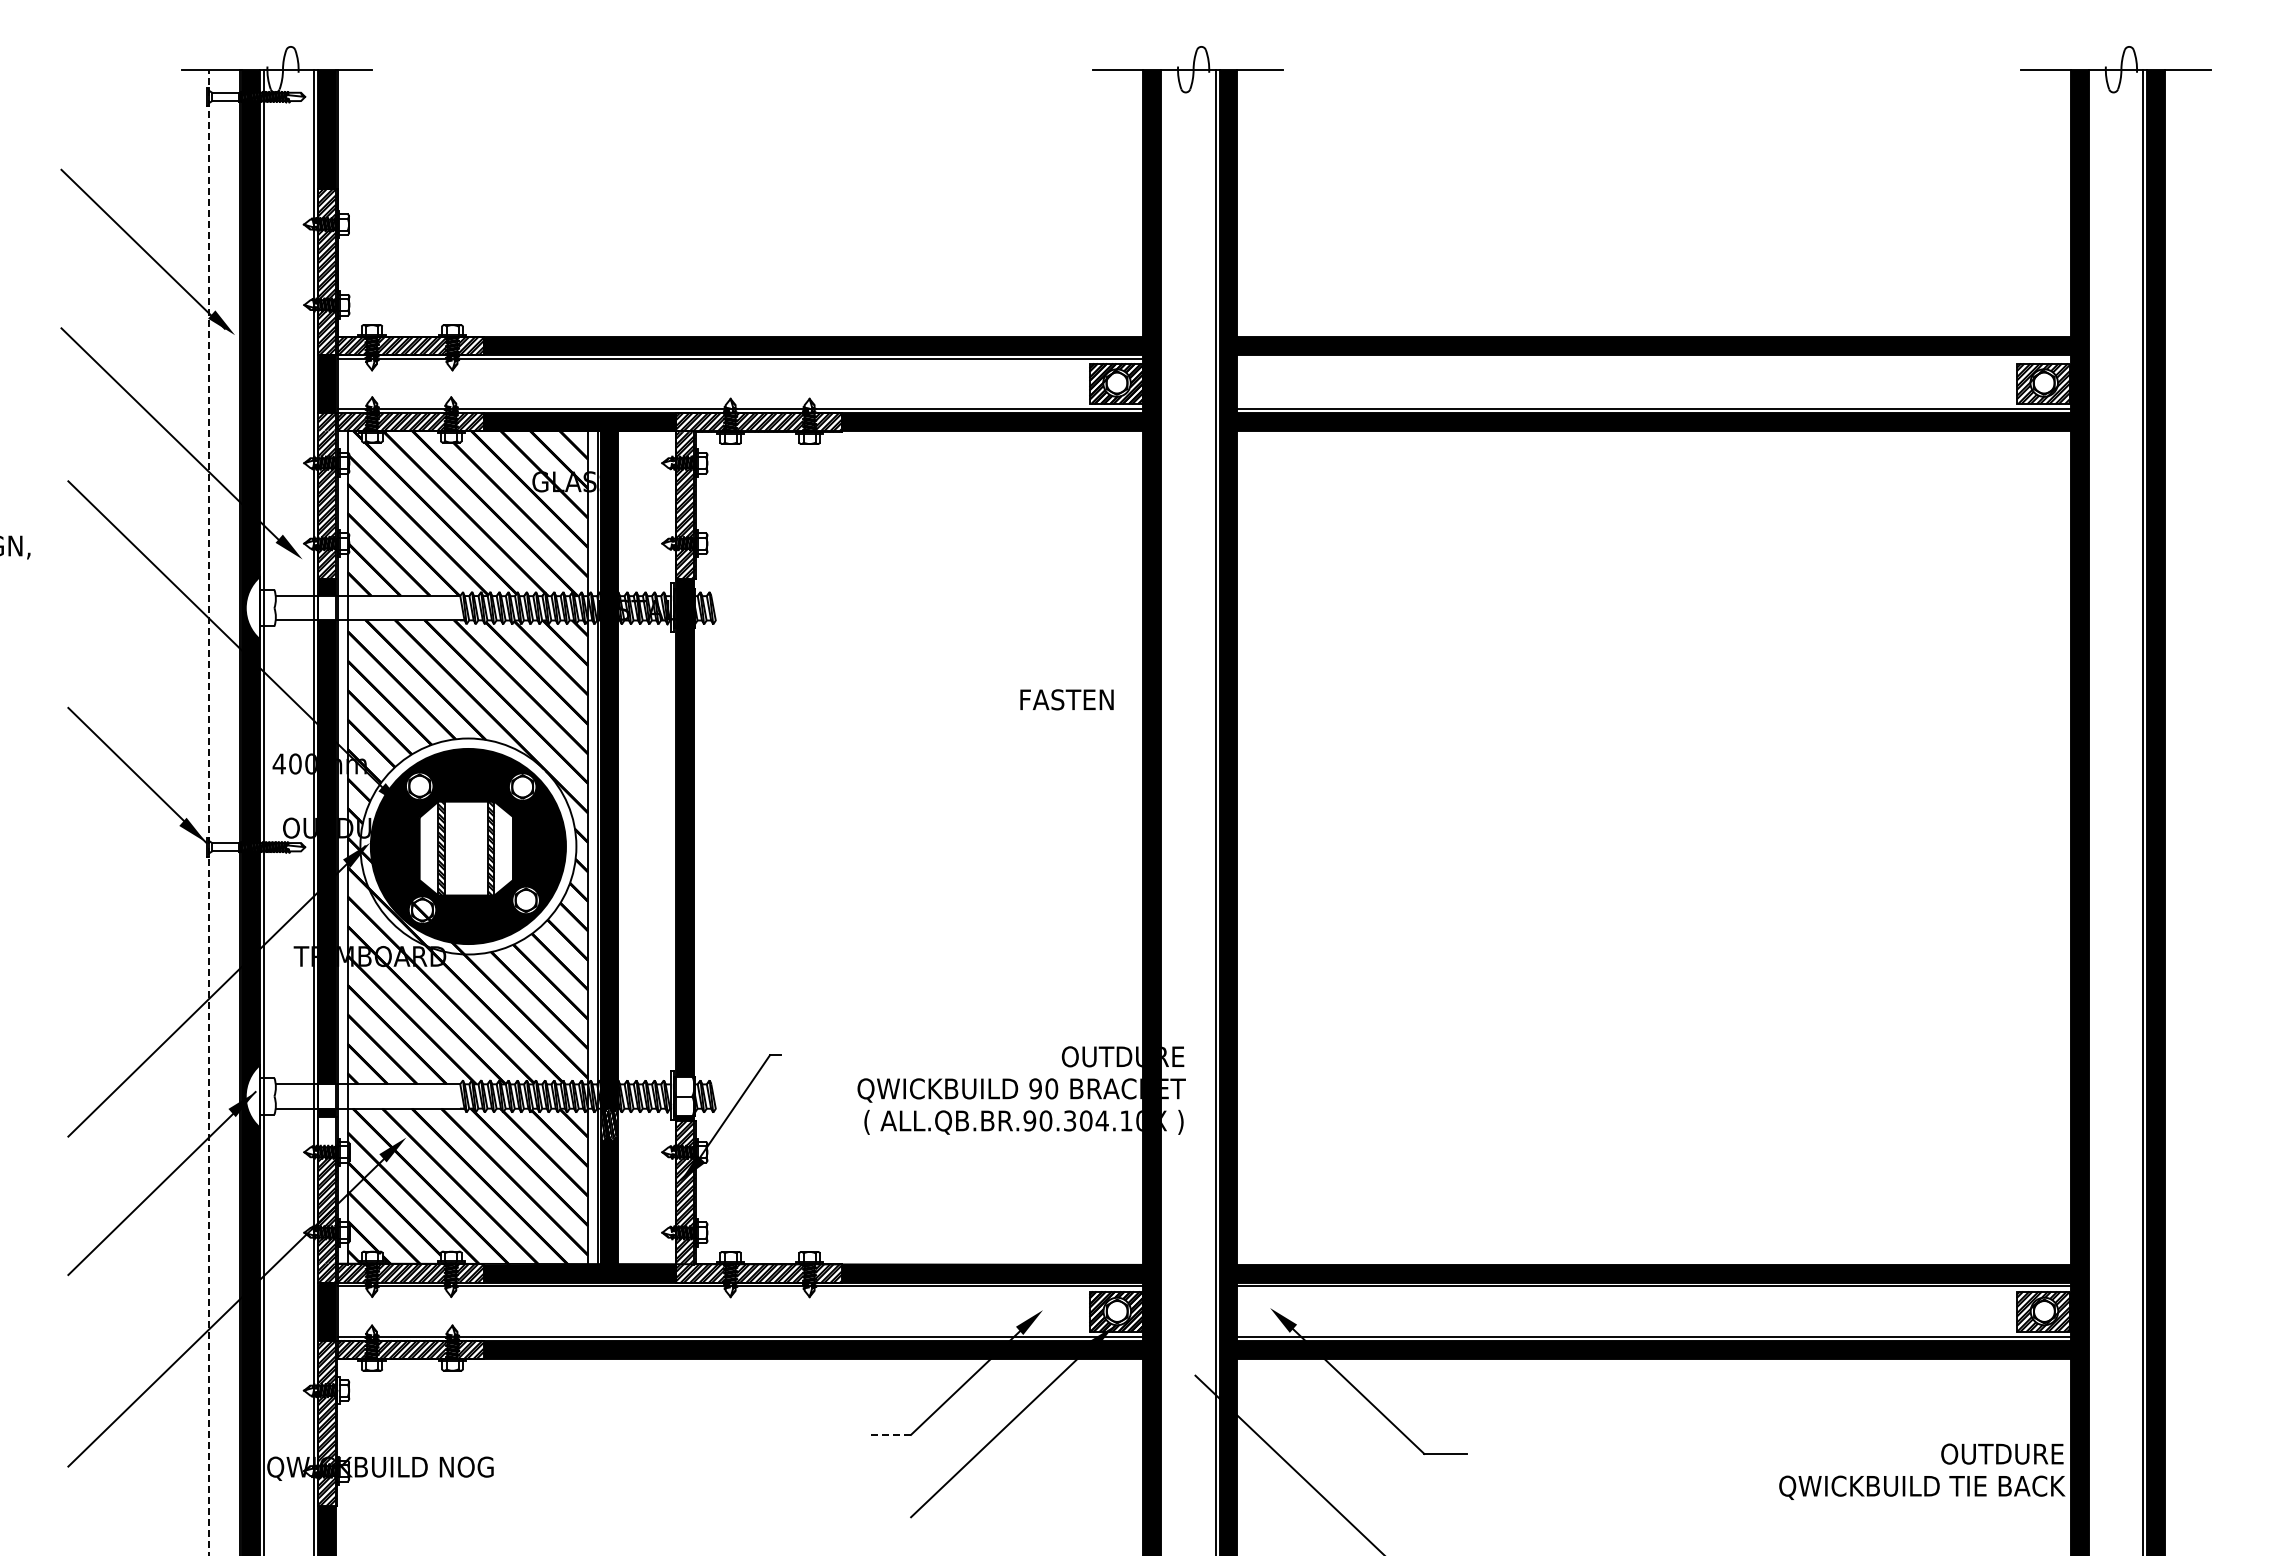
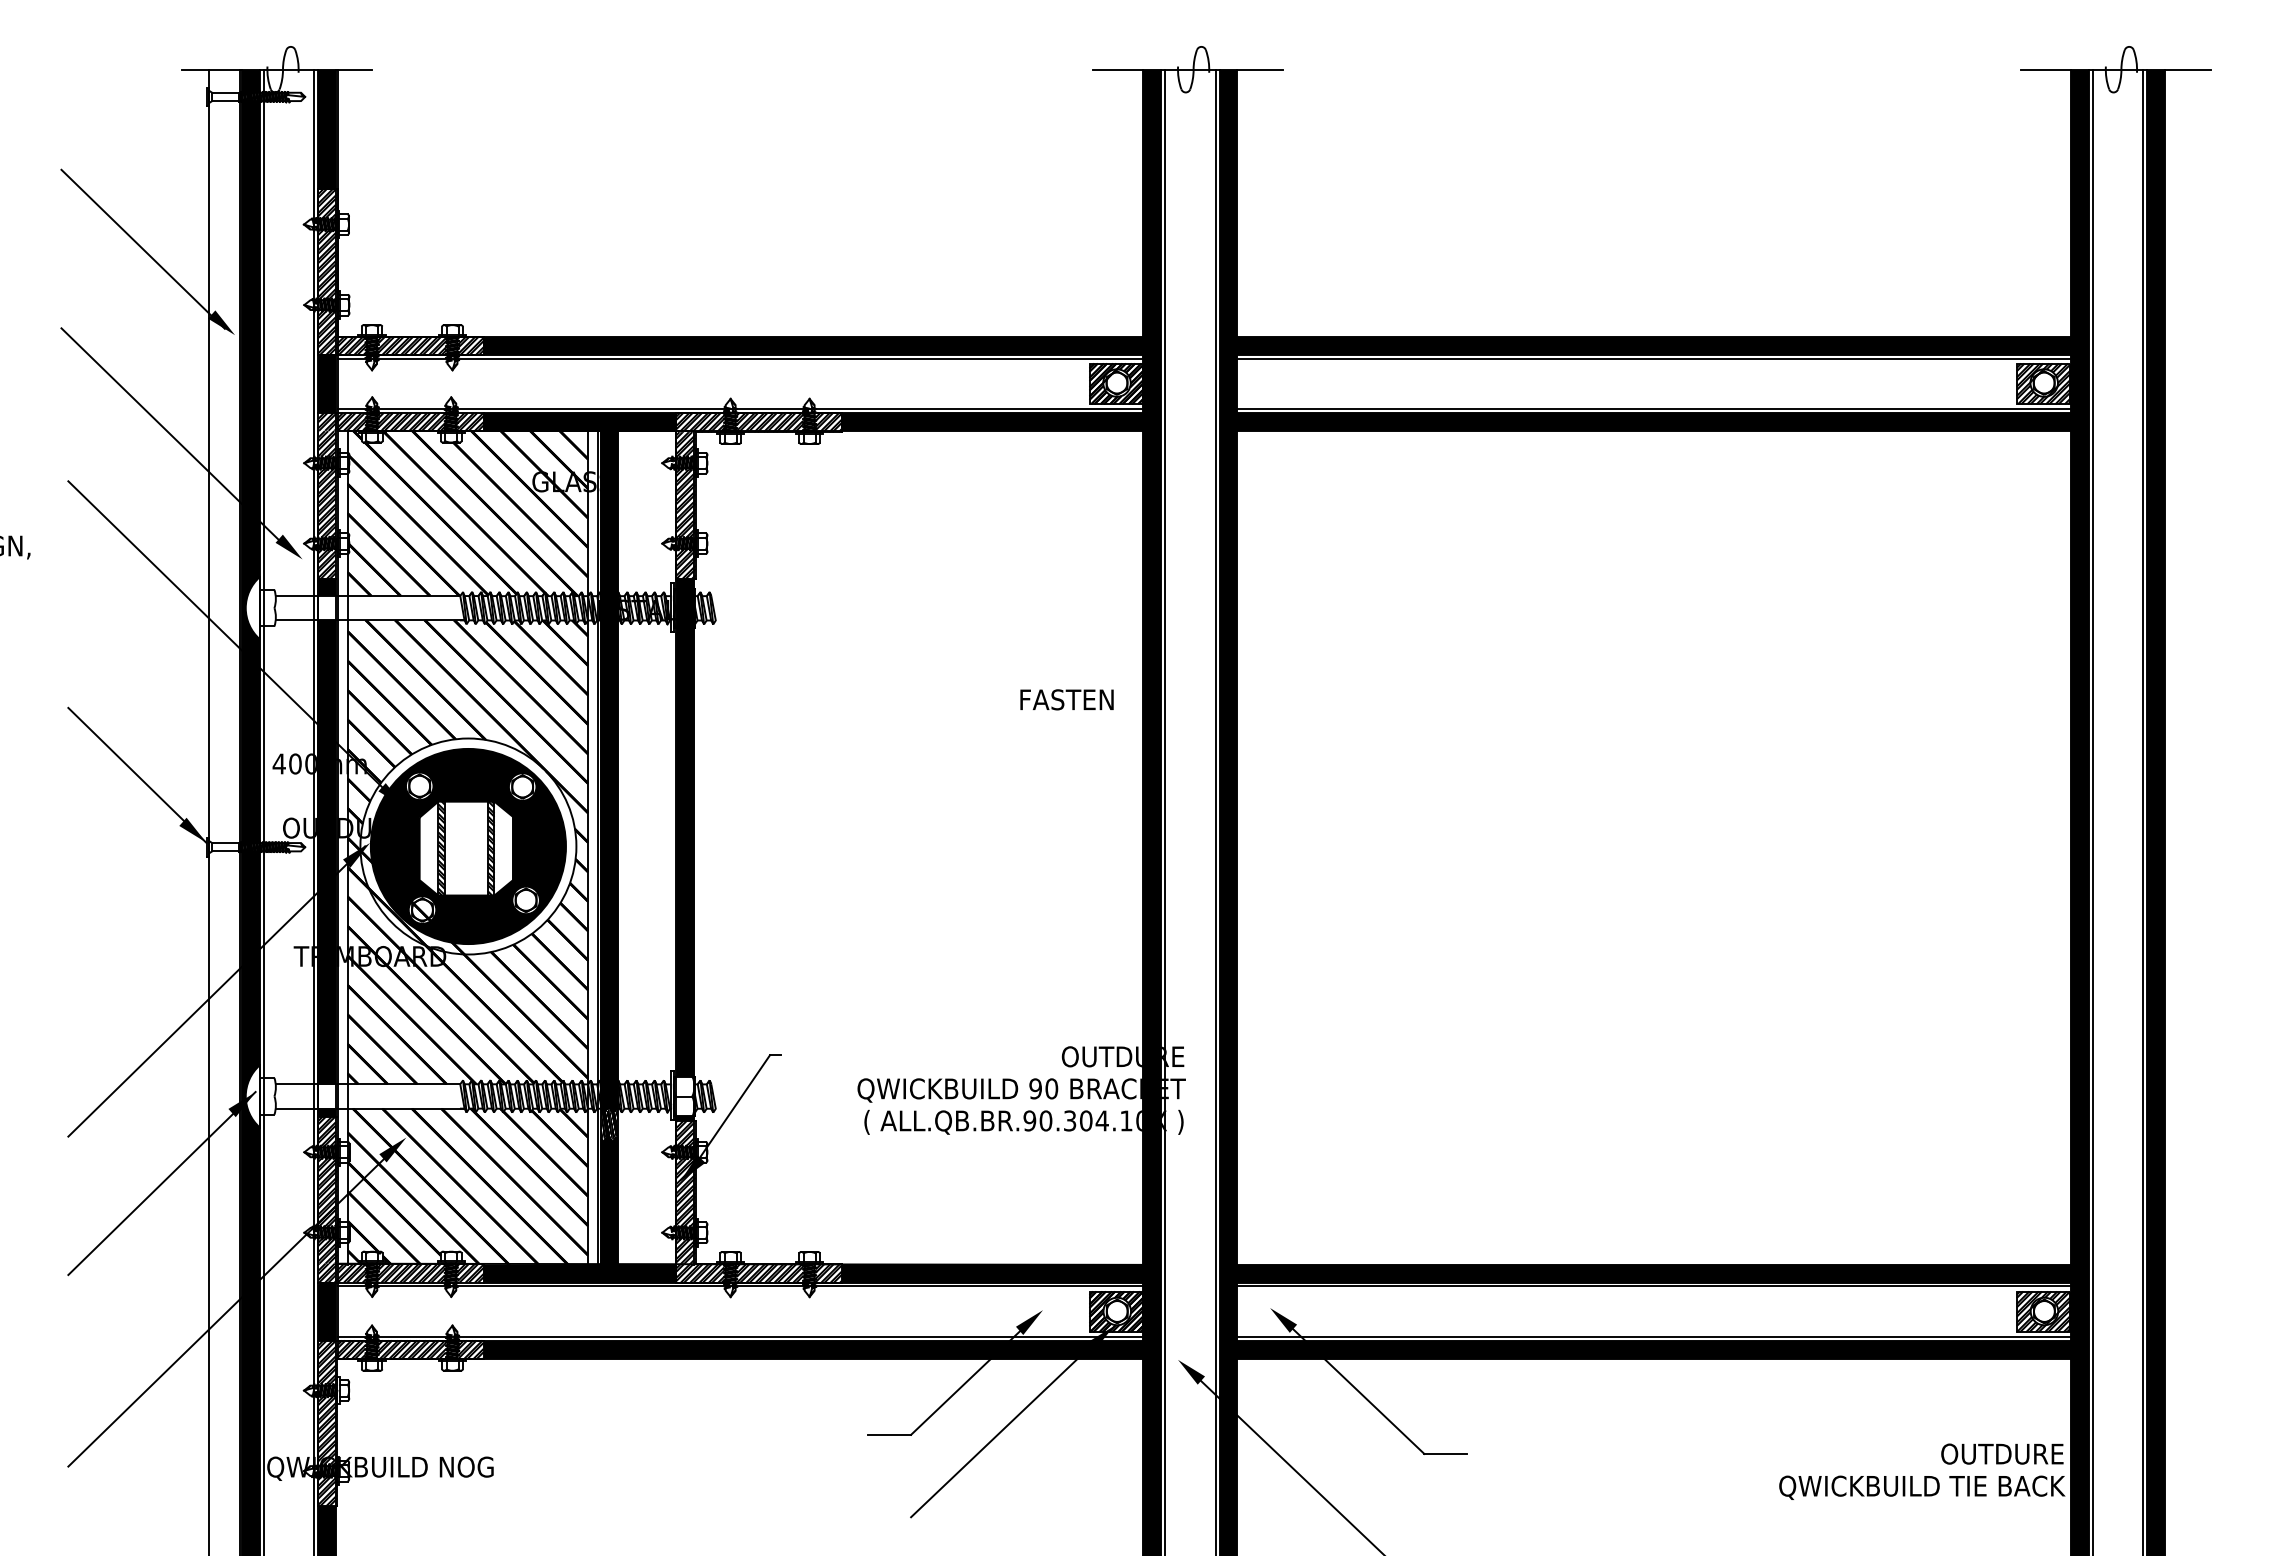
line at (1654, 358): none -> present
line at (1164, 810): none -> present
line at (2092, 810): none -> present
line at (209, 812): dashed -> solid
hatch at (326, 1131): none -> present
fill at (1191, 1371): none -> present
line at (889, 1434): dashed -> solid
